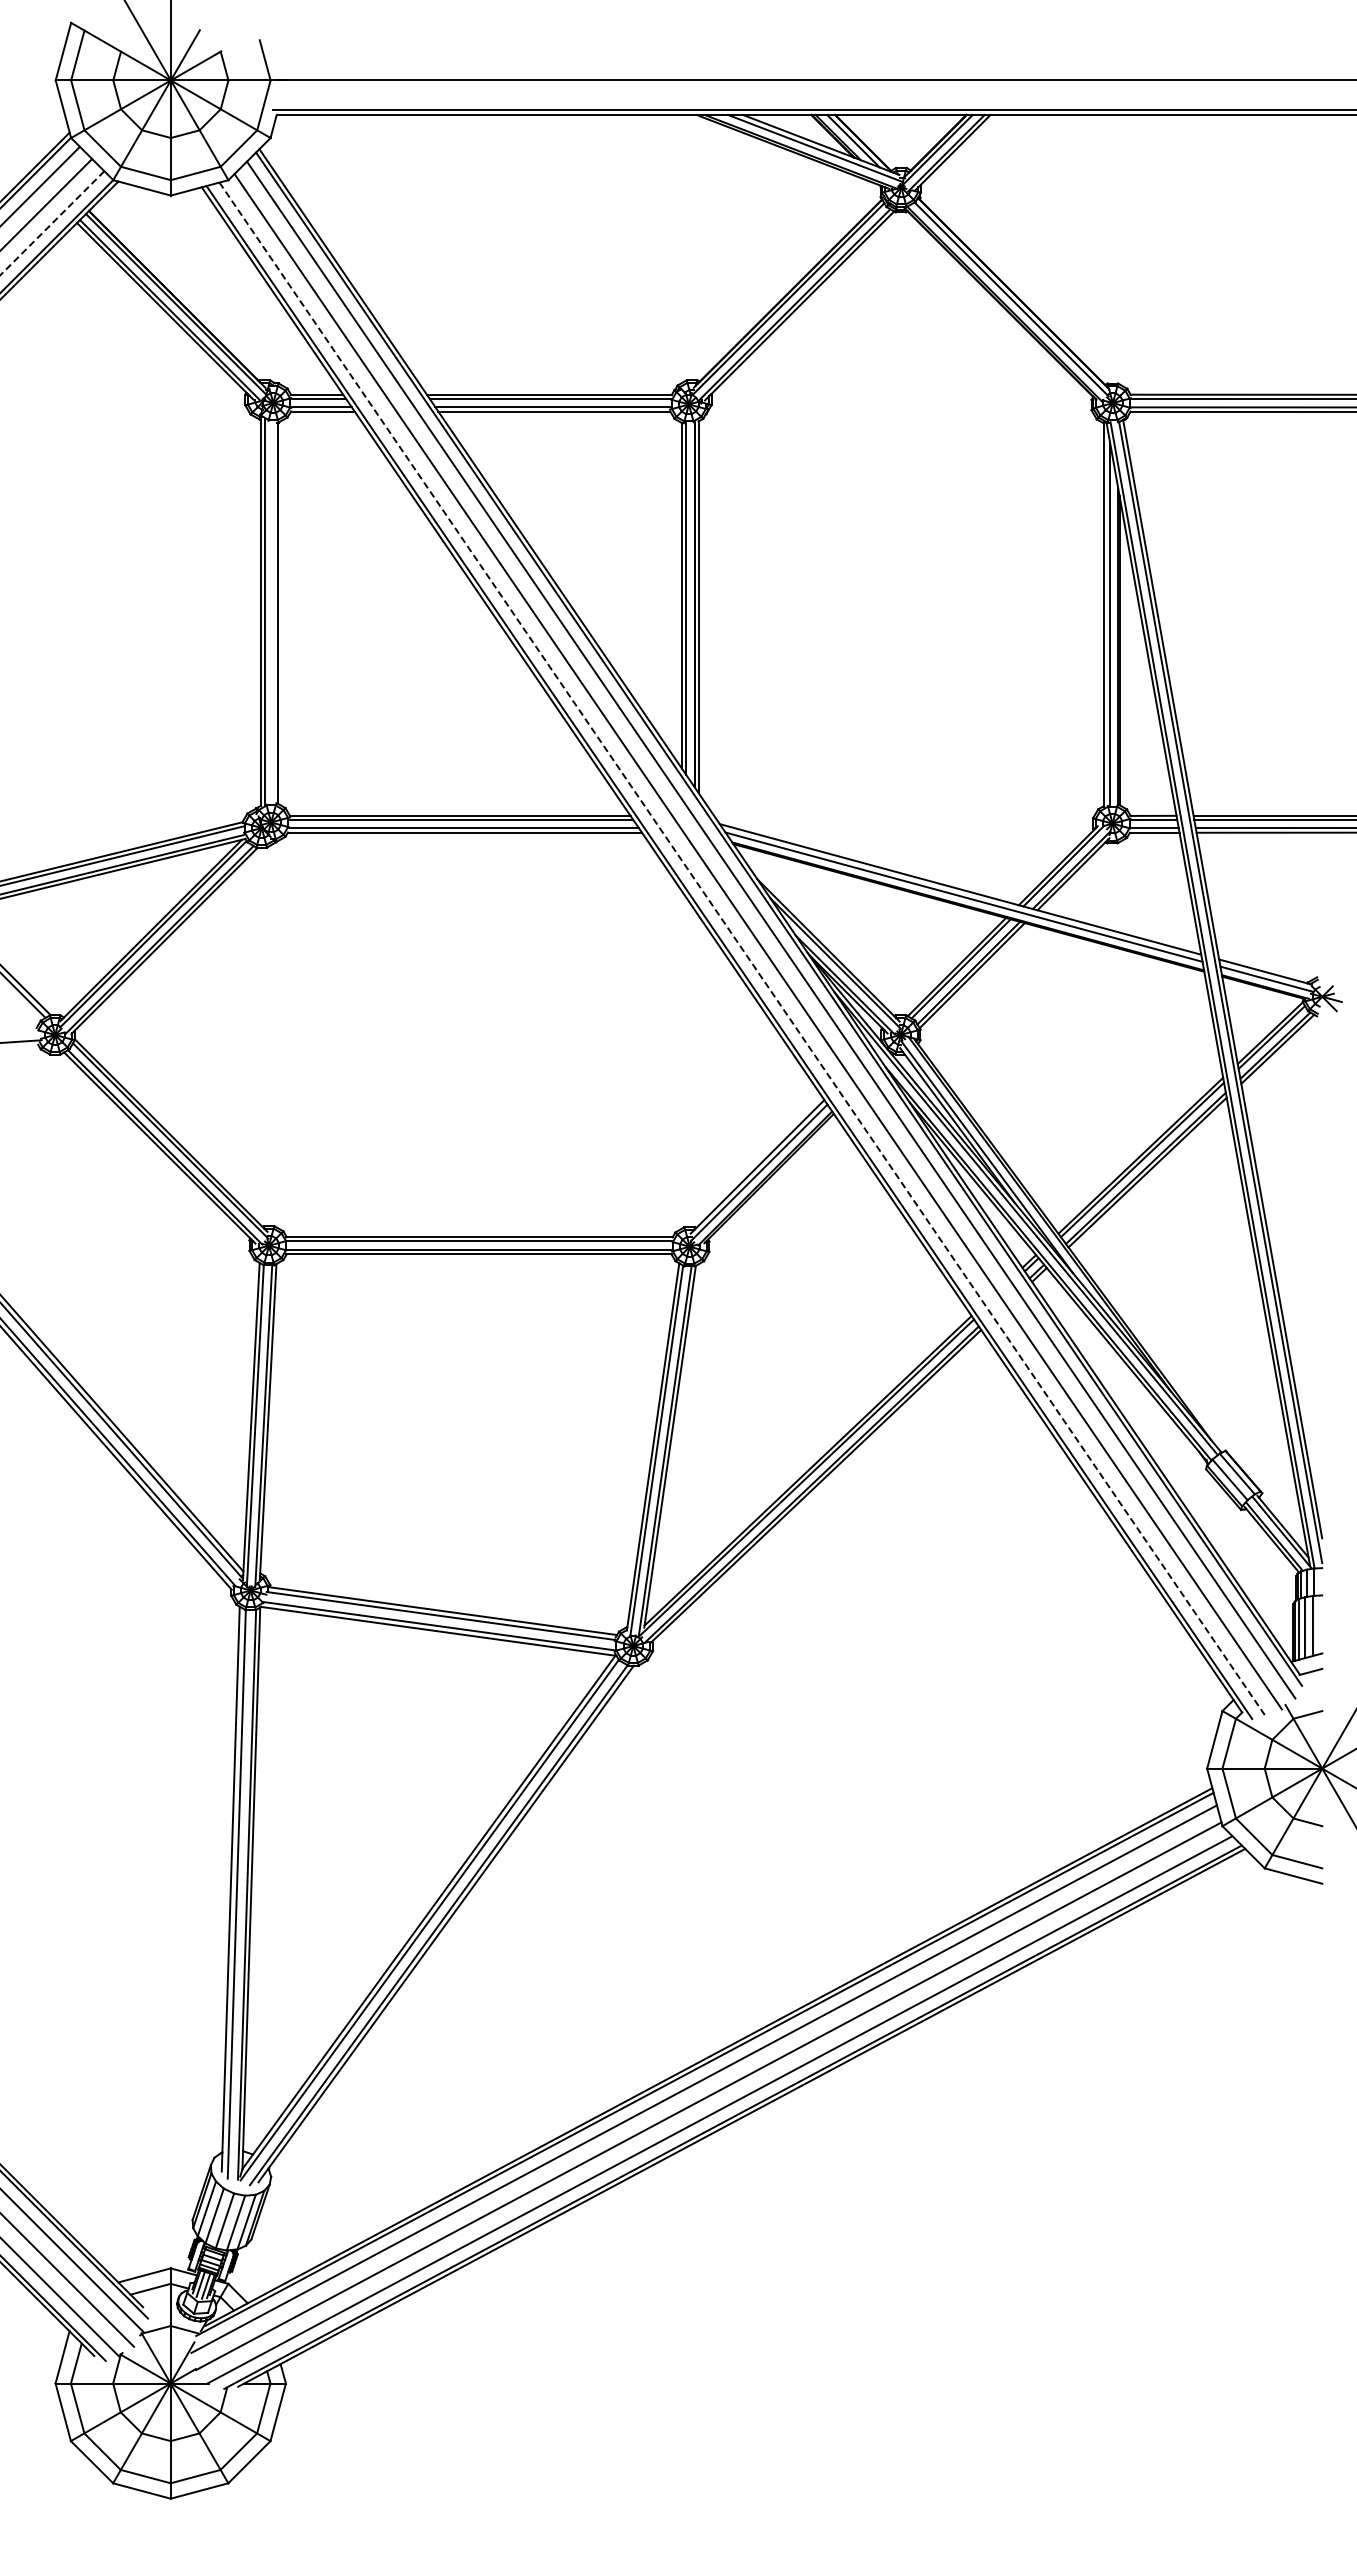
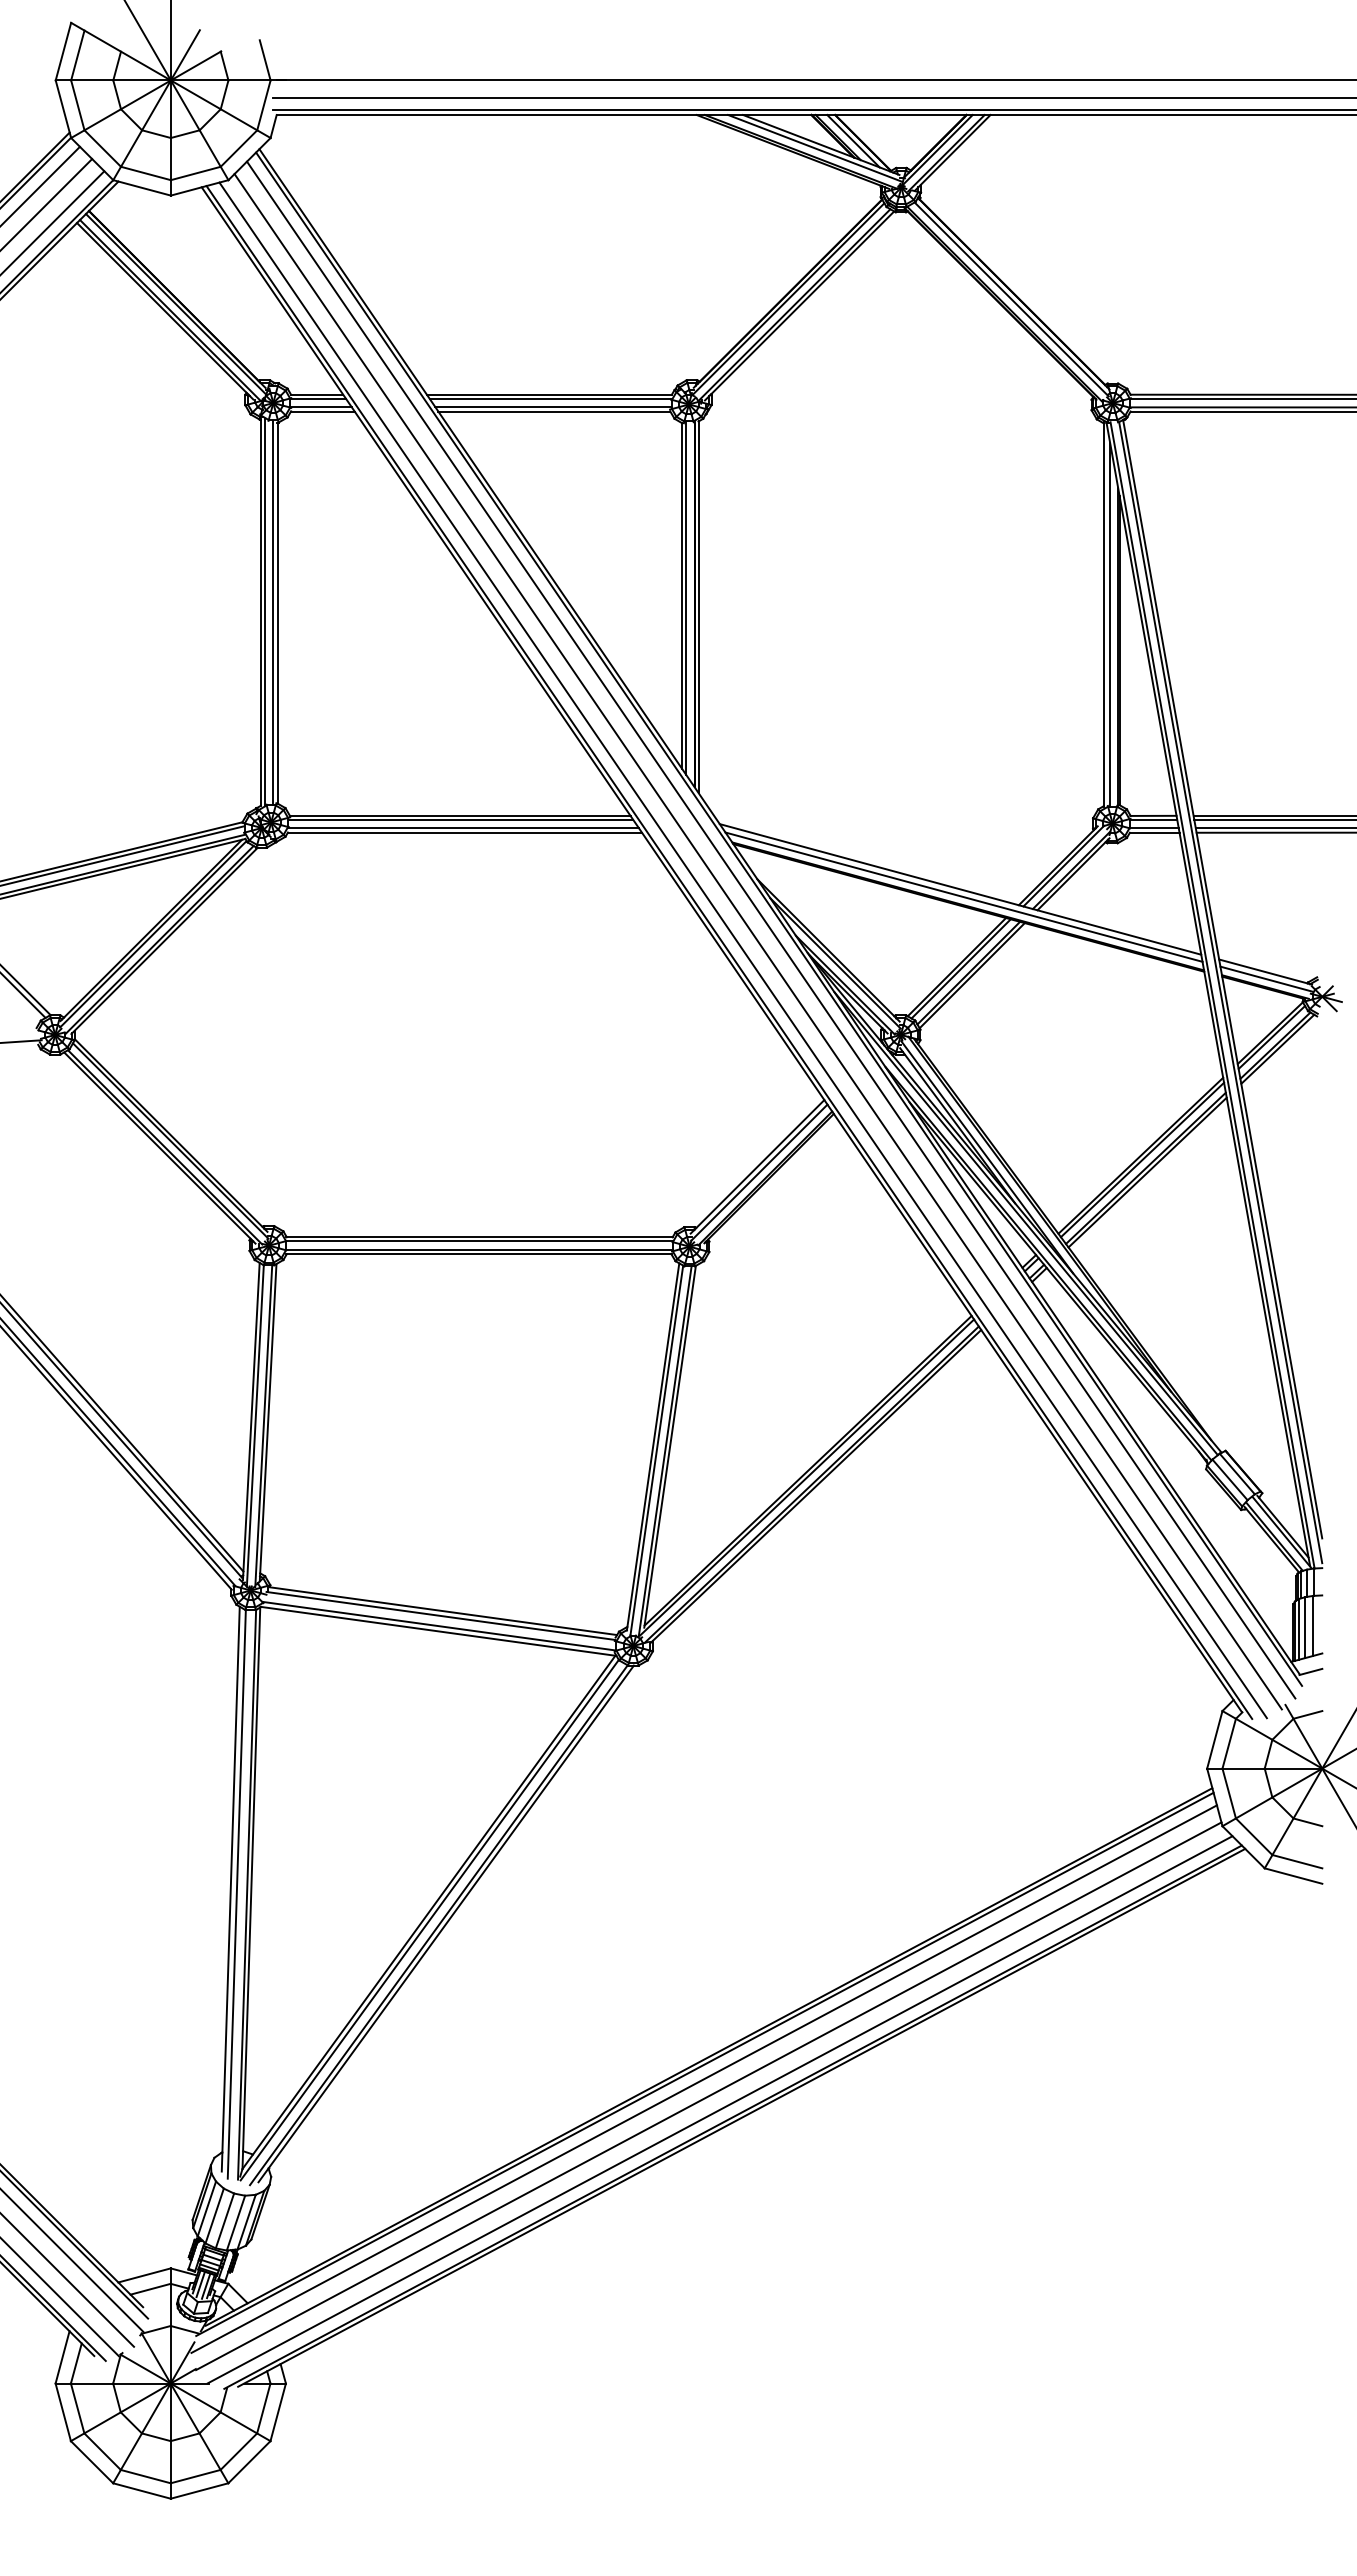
line at (813, 97): none -> present
line at (52, 223): dashed -> solid
line at (273, 612): none -> present
line at (743, 950): dashed -> solid
